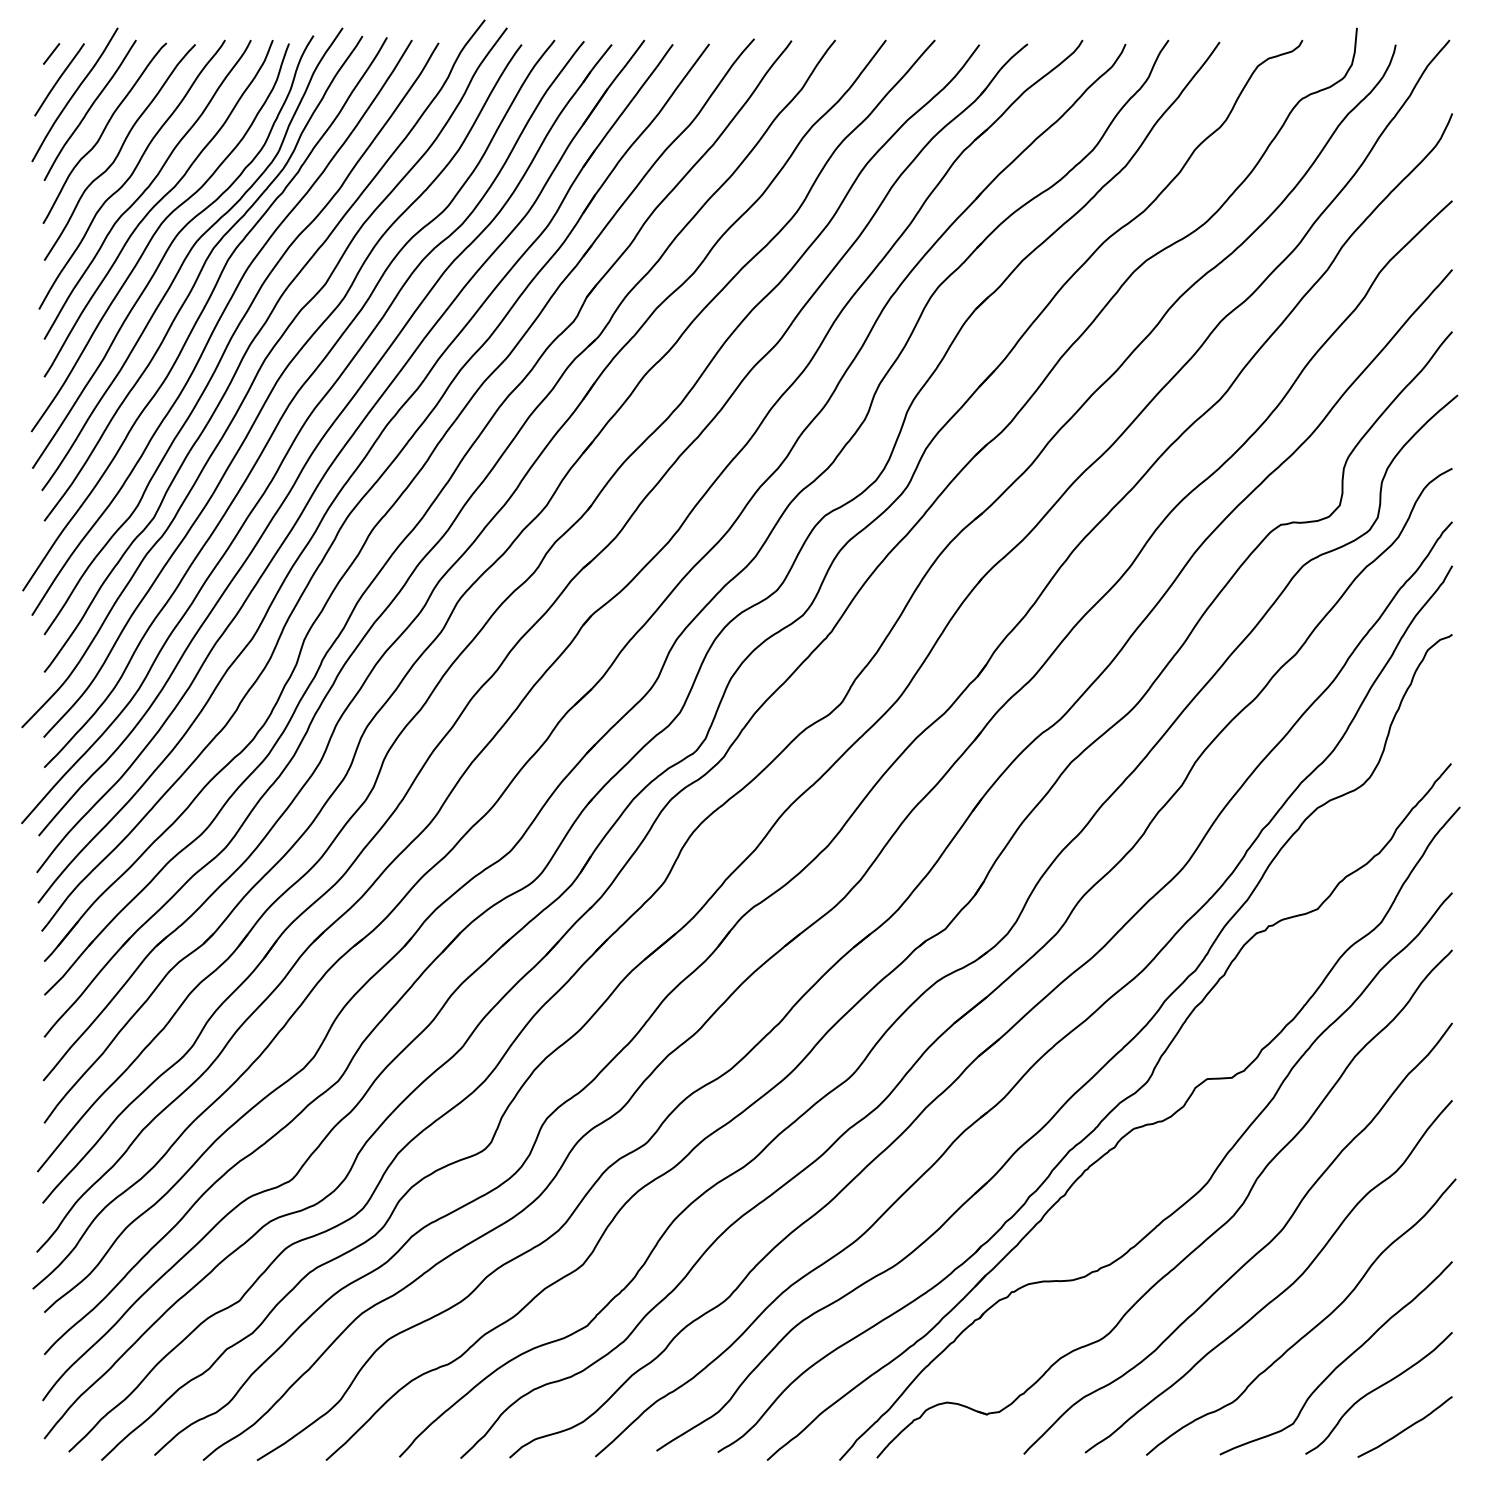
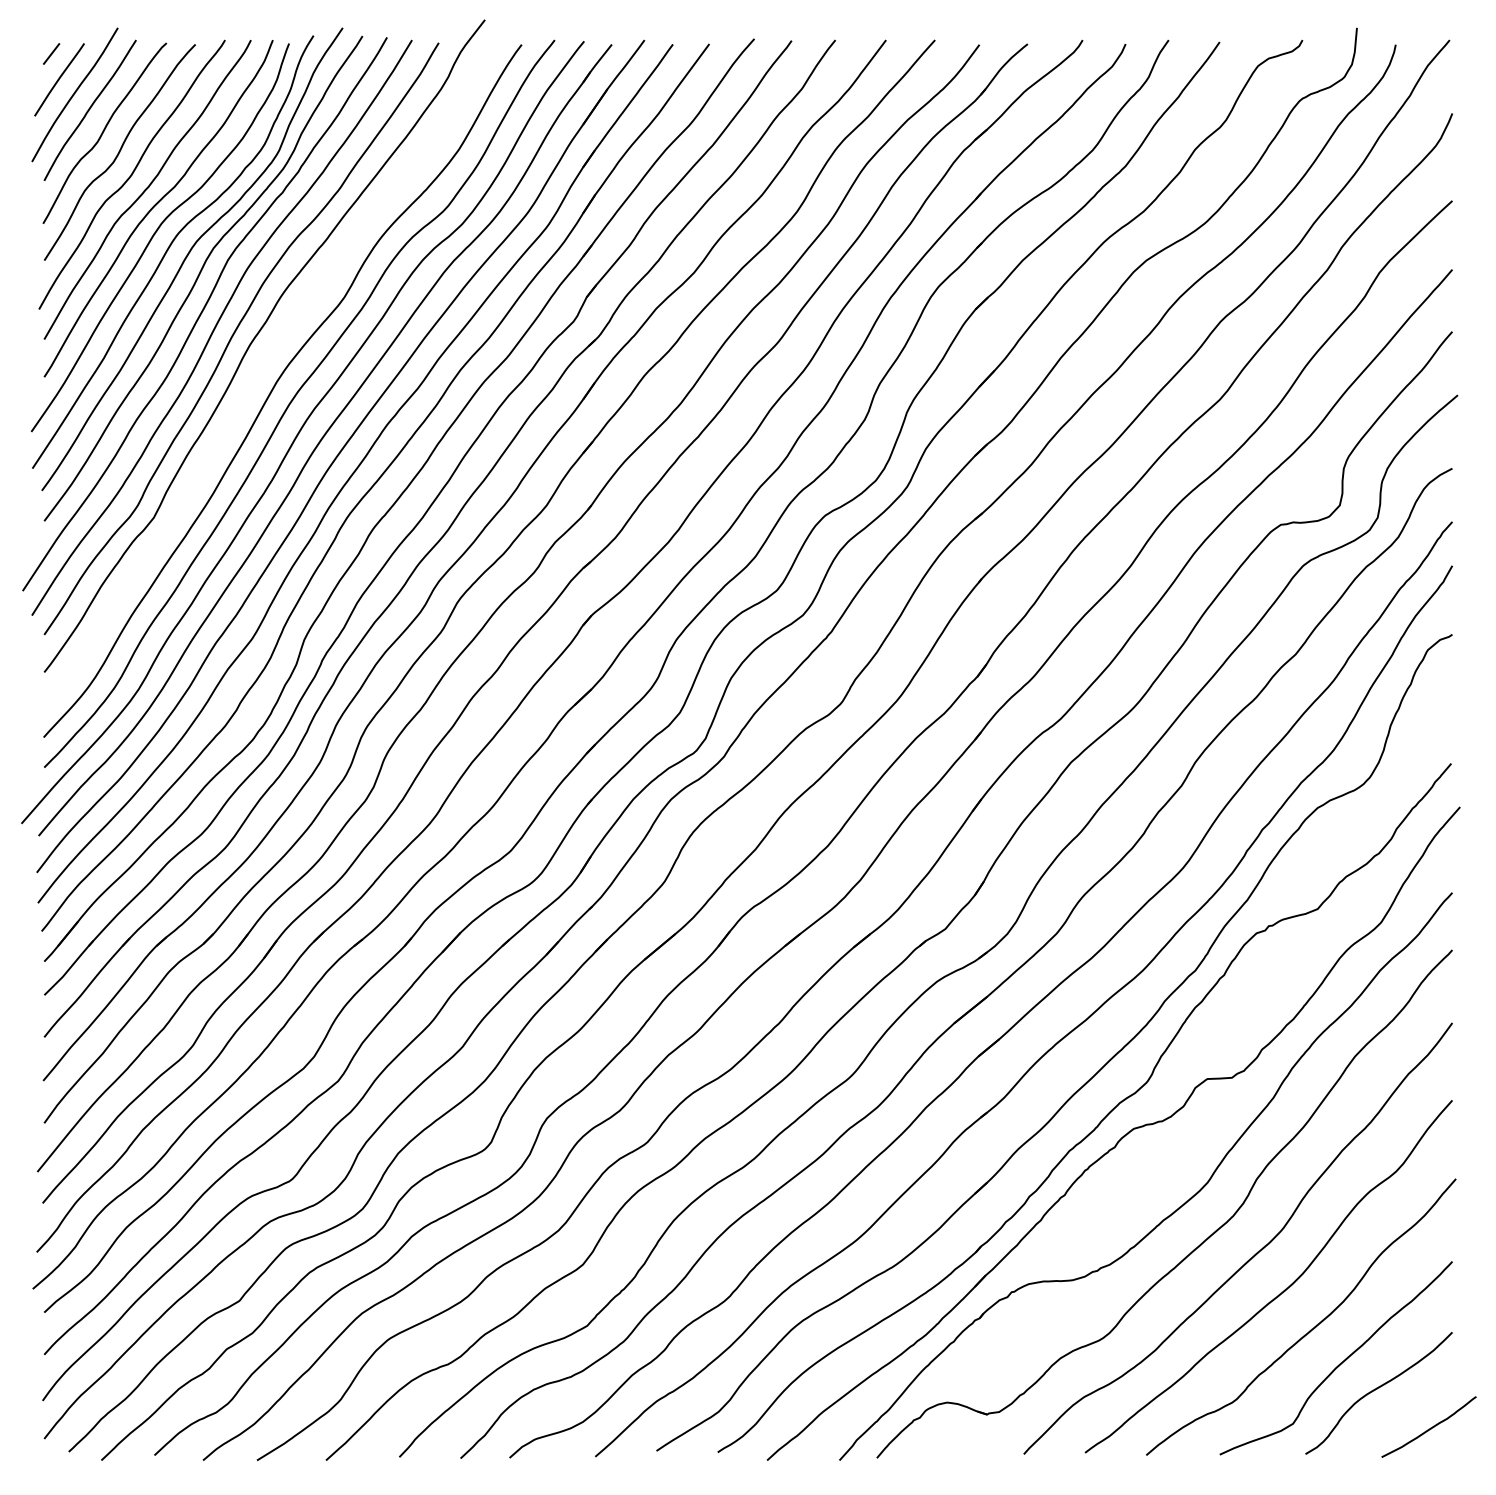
curve at (258, 373): present -> none
curve at (1406, 1427) position: (1406, 1427) -> (1430, 1427)
